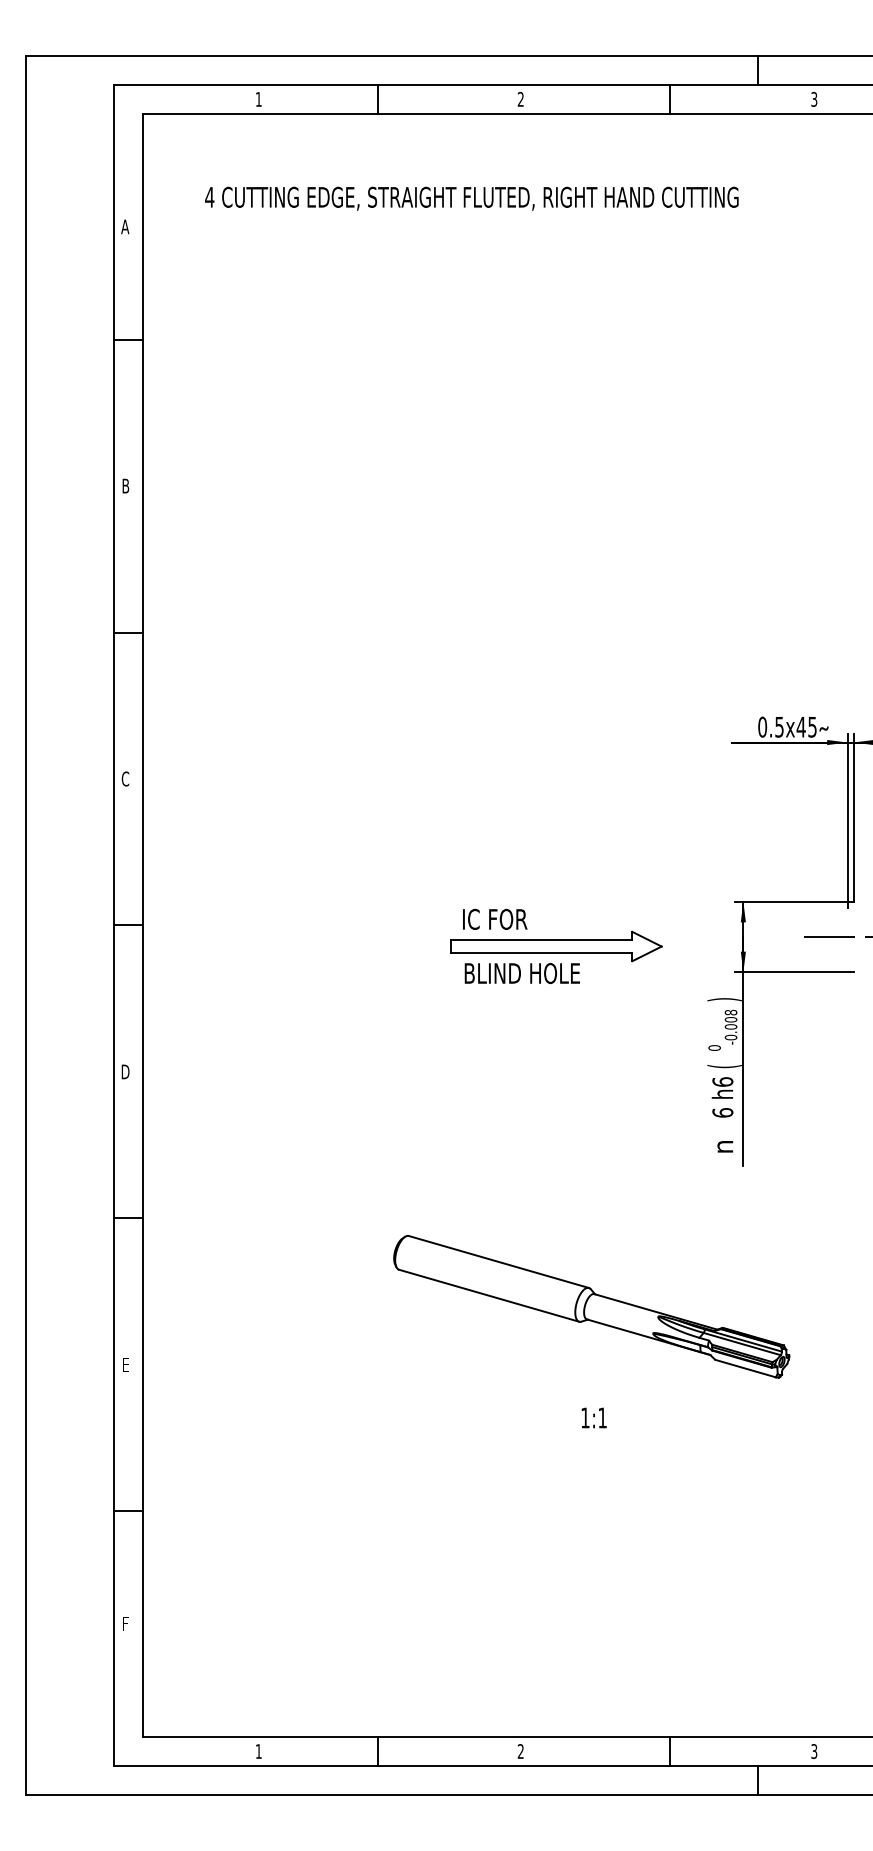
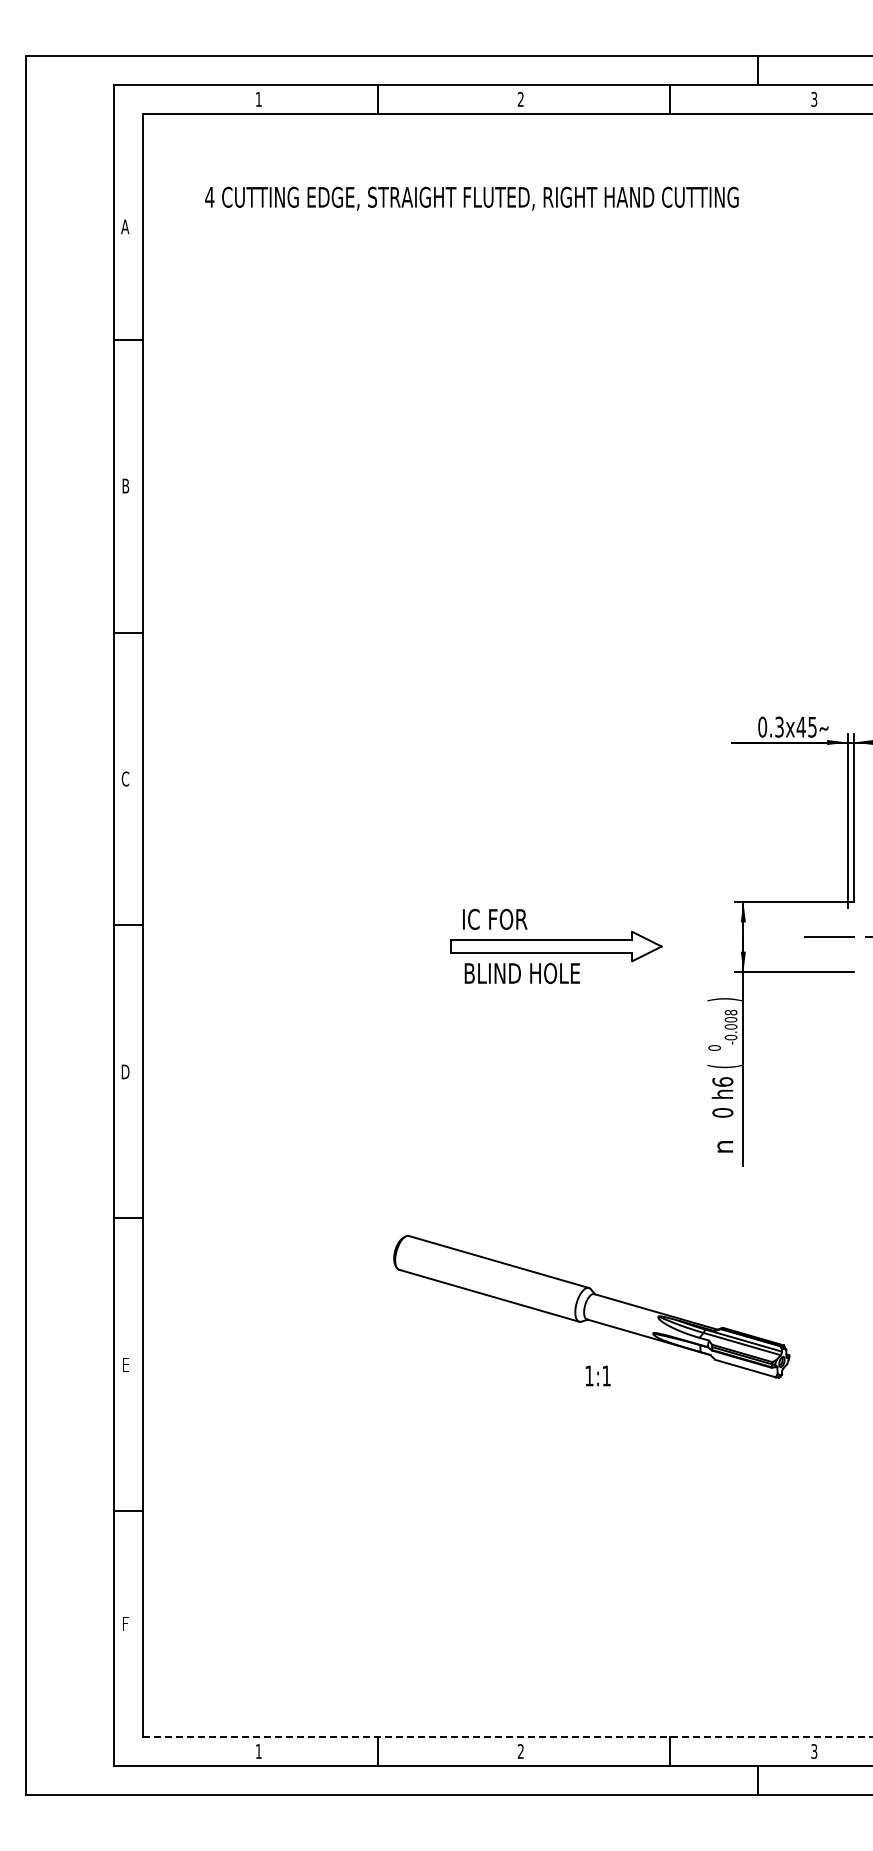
text at (779, 726): 0.5x45 -> 0.3x45
text at (722, 1112): 6 -> 0
text at (593, 1417) position: (593, 1417) -> (597, 1375)
line at (508, 1736): solid -> dashed
